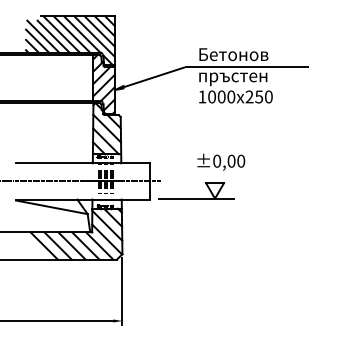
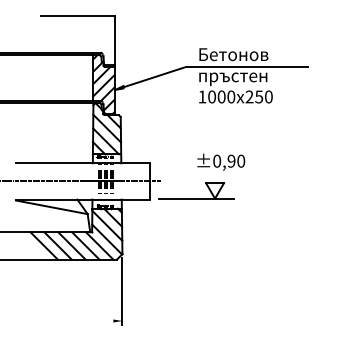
hatch at (70, 40): present -> none
text at (231, 160): ±0,00 -> ±0,90
line at (57, 320): present -> none
